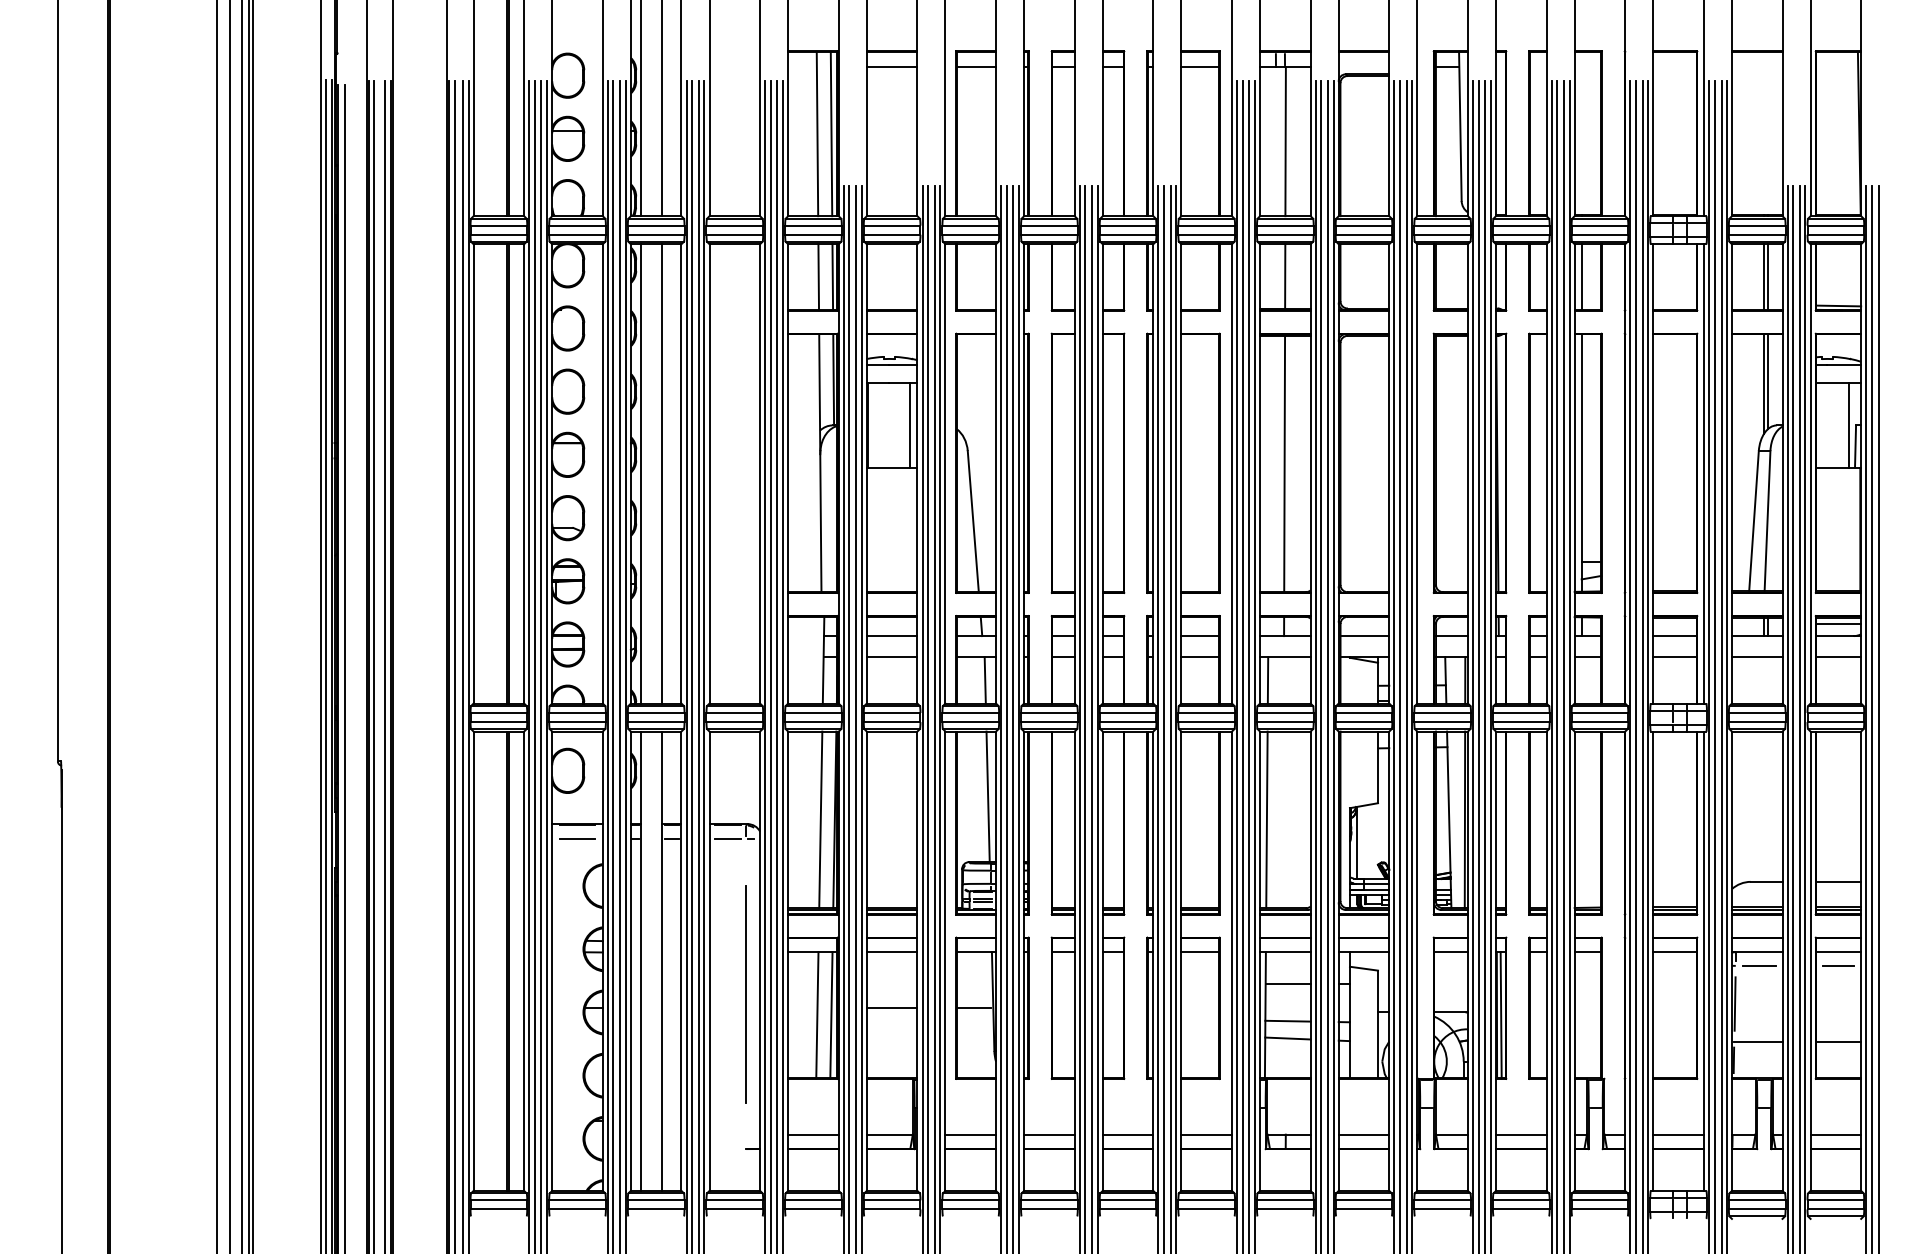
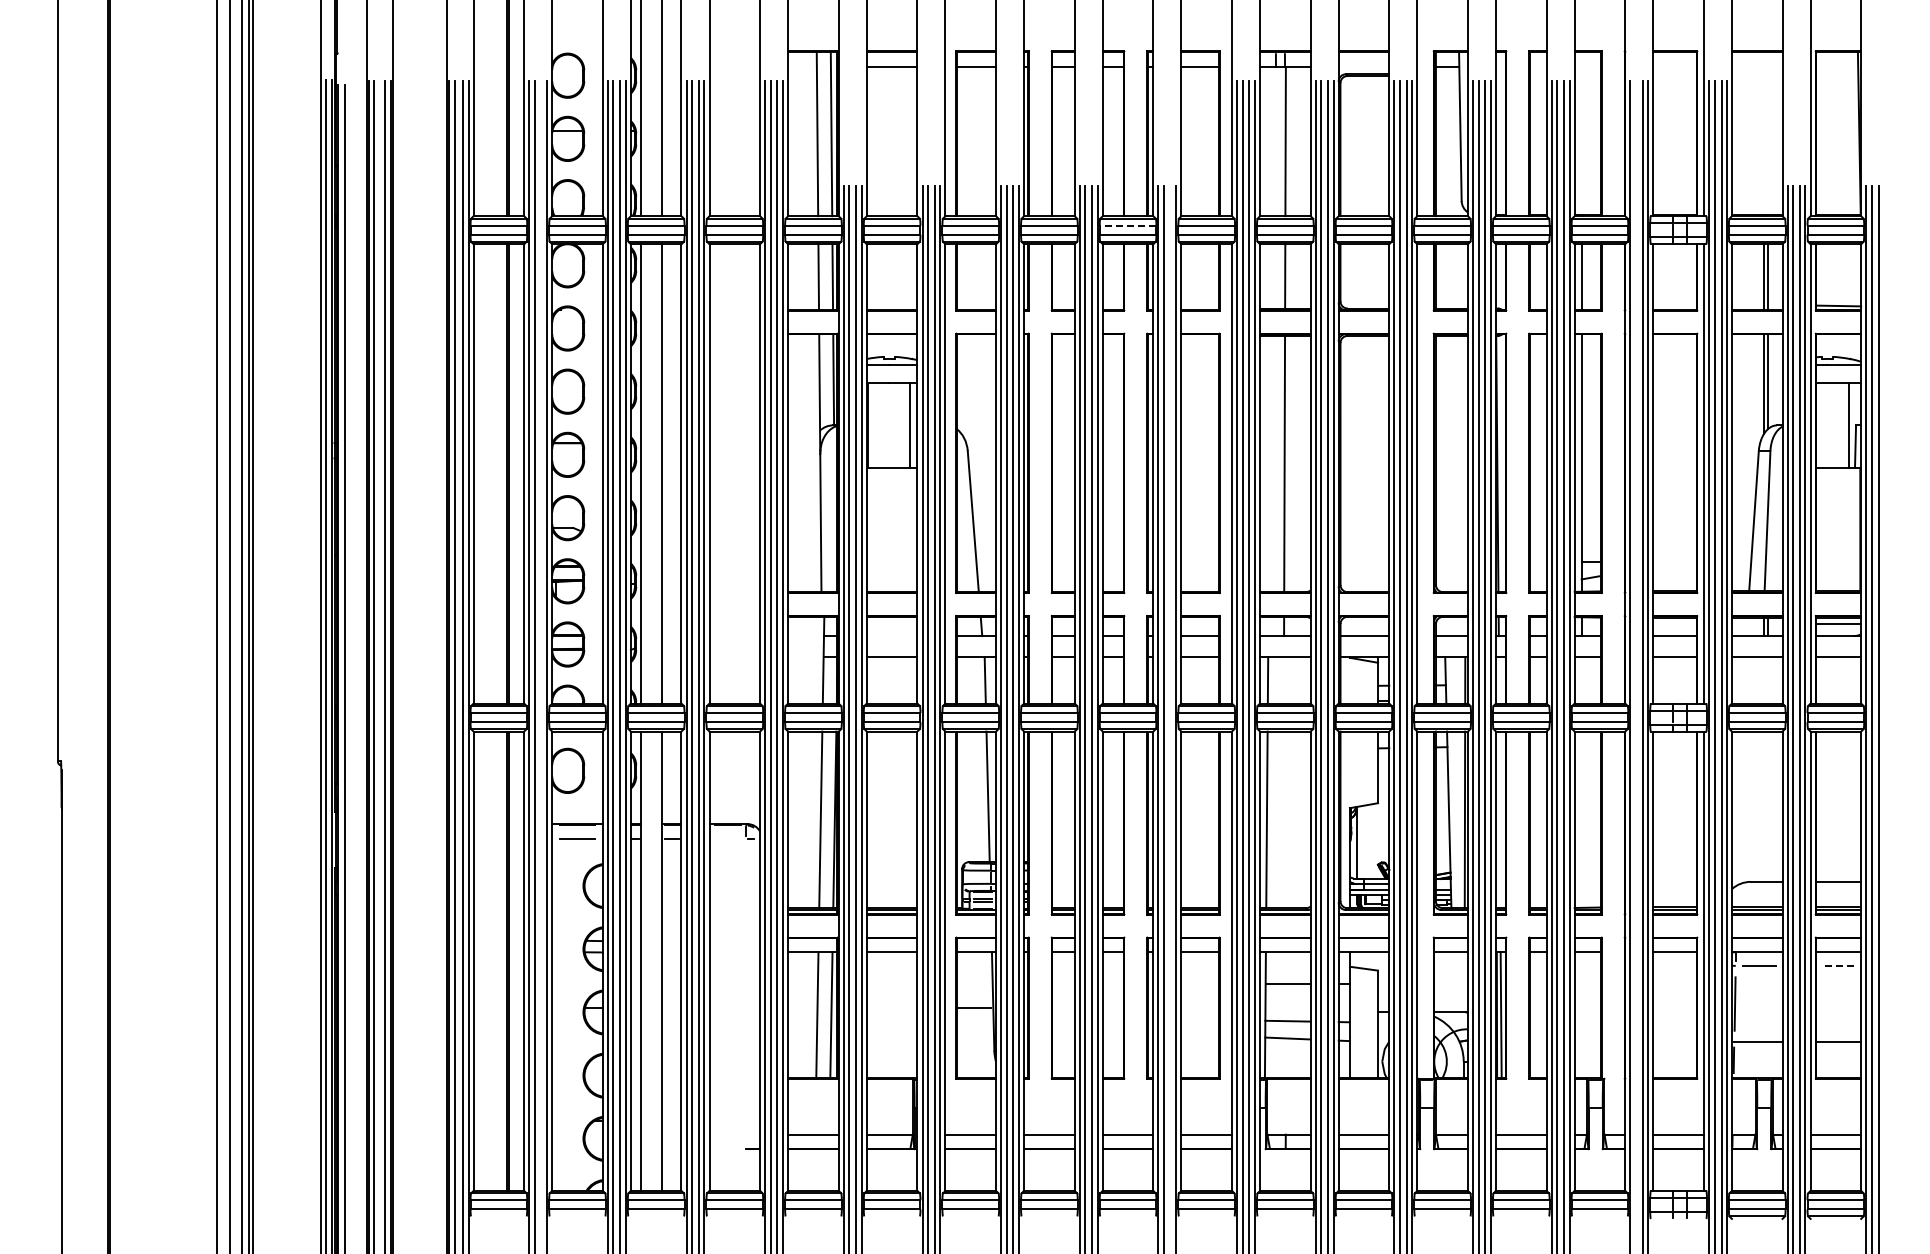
line at (1127, 225): solid -> dashed
line at (891, 636): present -> none
line at (541, 665): present -> none
line at (1635, 665): present -> none
line at (1170, 718): present -> none
line at (727, 839): present -> none
line at (1838, 965): solid -> dashed
line at (745, 994): present -> none
line at (891, 1008): present -> none
